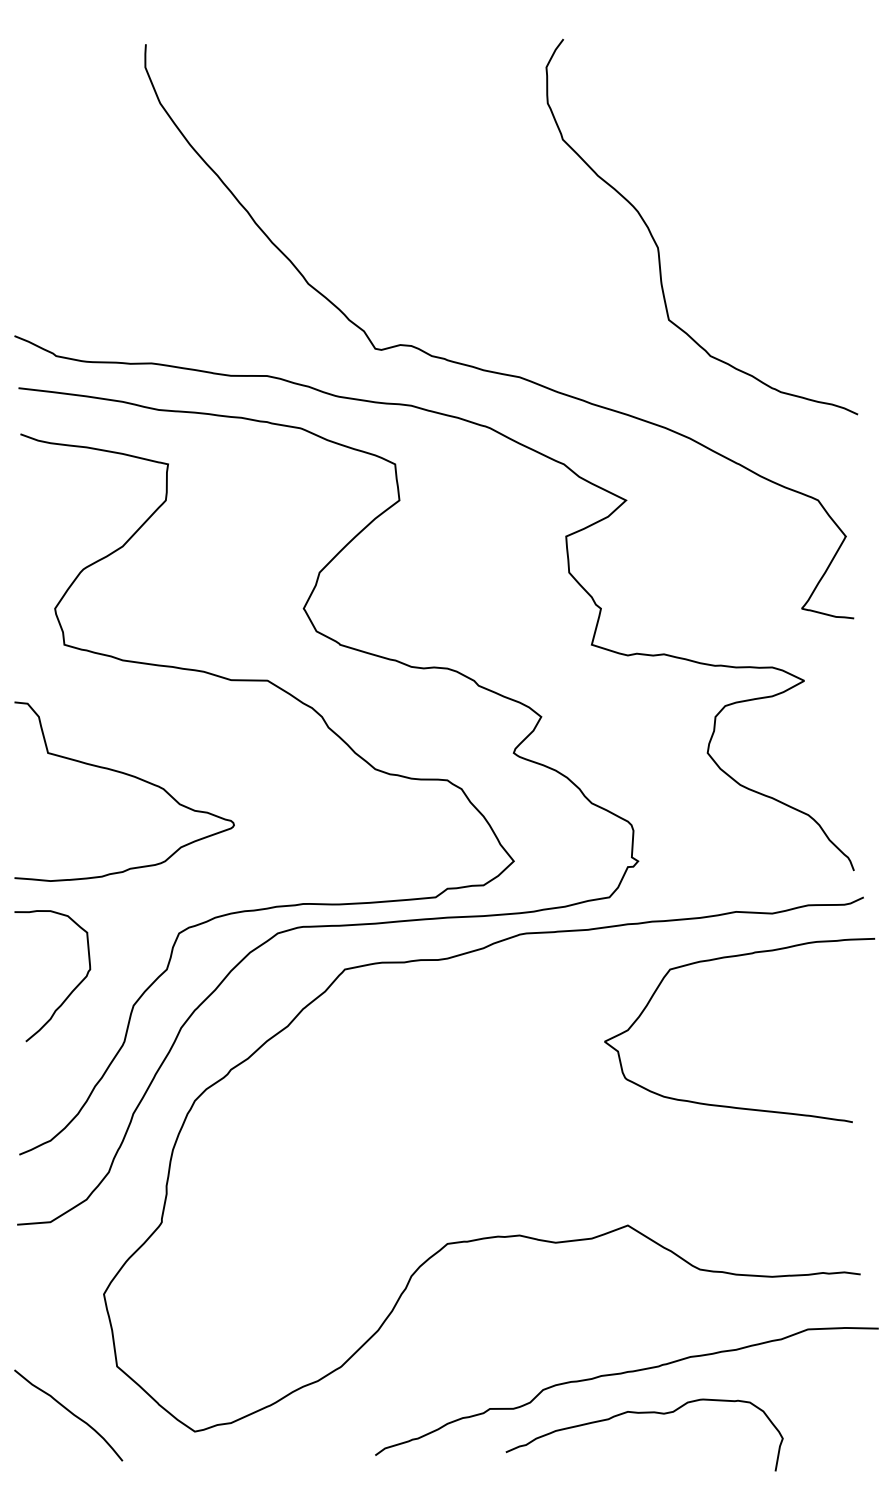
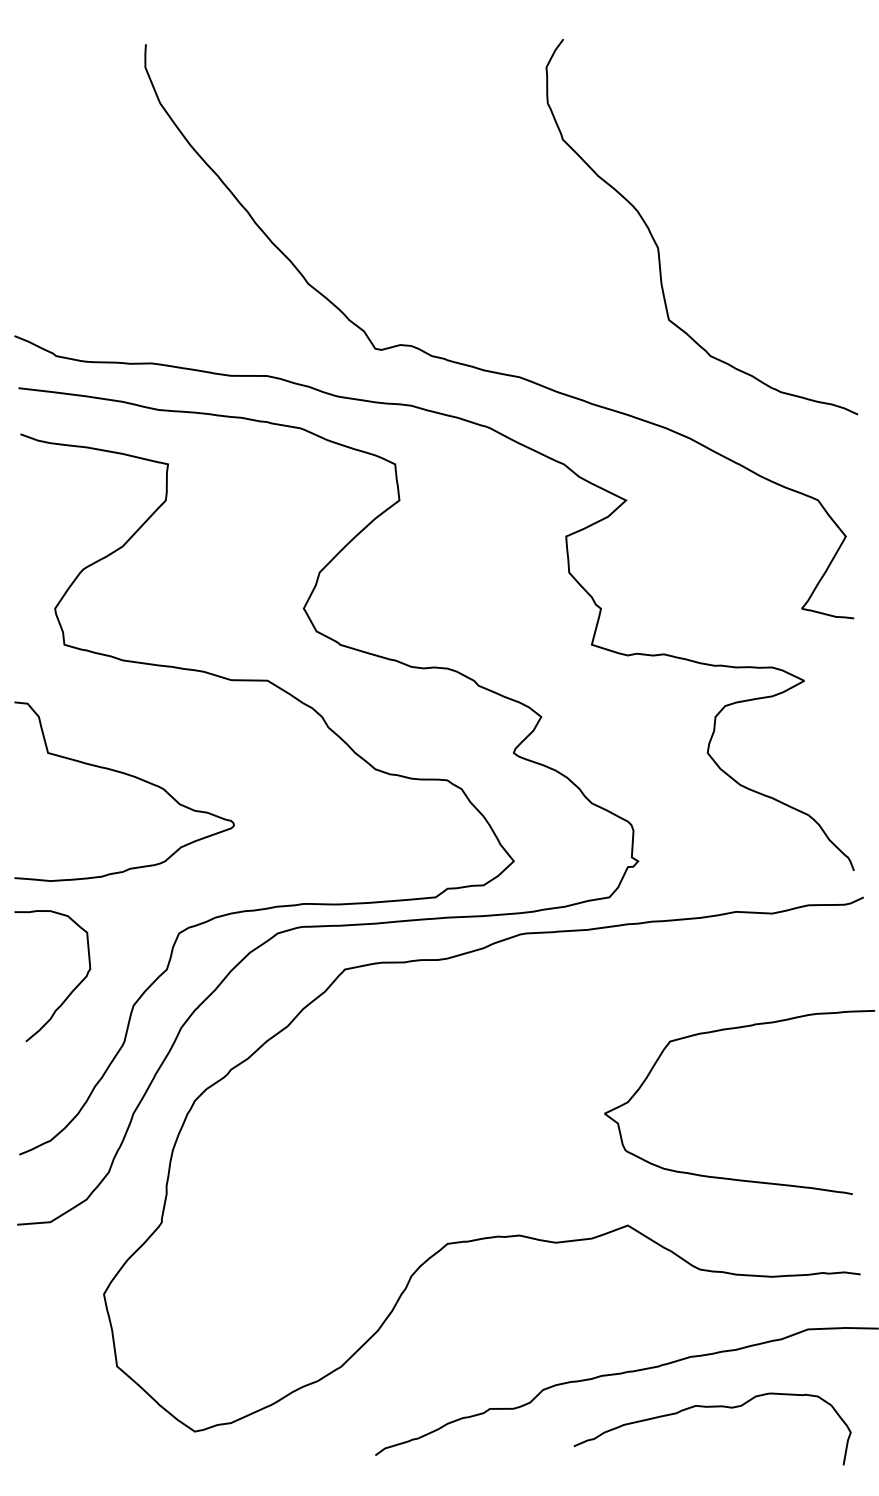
curve at (733, 957) position: (733, 957) -> (733, 1029)
curve at (70, 1413): present -> none
curve at (644, 1413) position: (644, 1413) -> (712, 1407)
